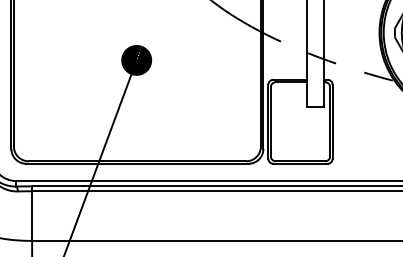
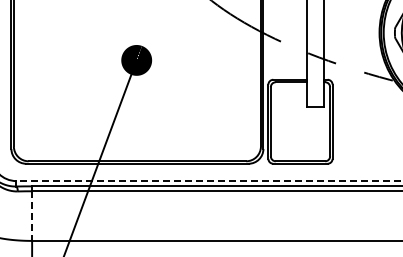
line at (209, 181): solid -> dashed
line at (32, 216): solid -> dashed
